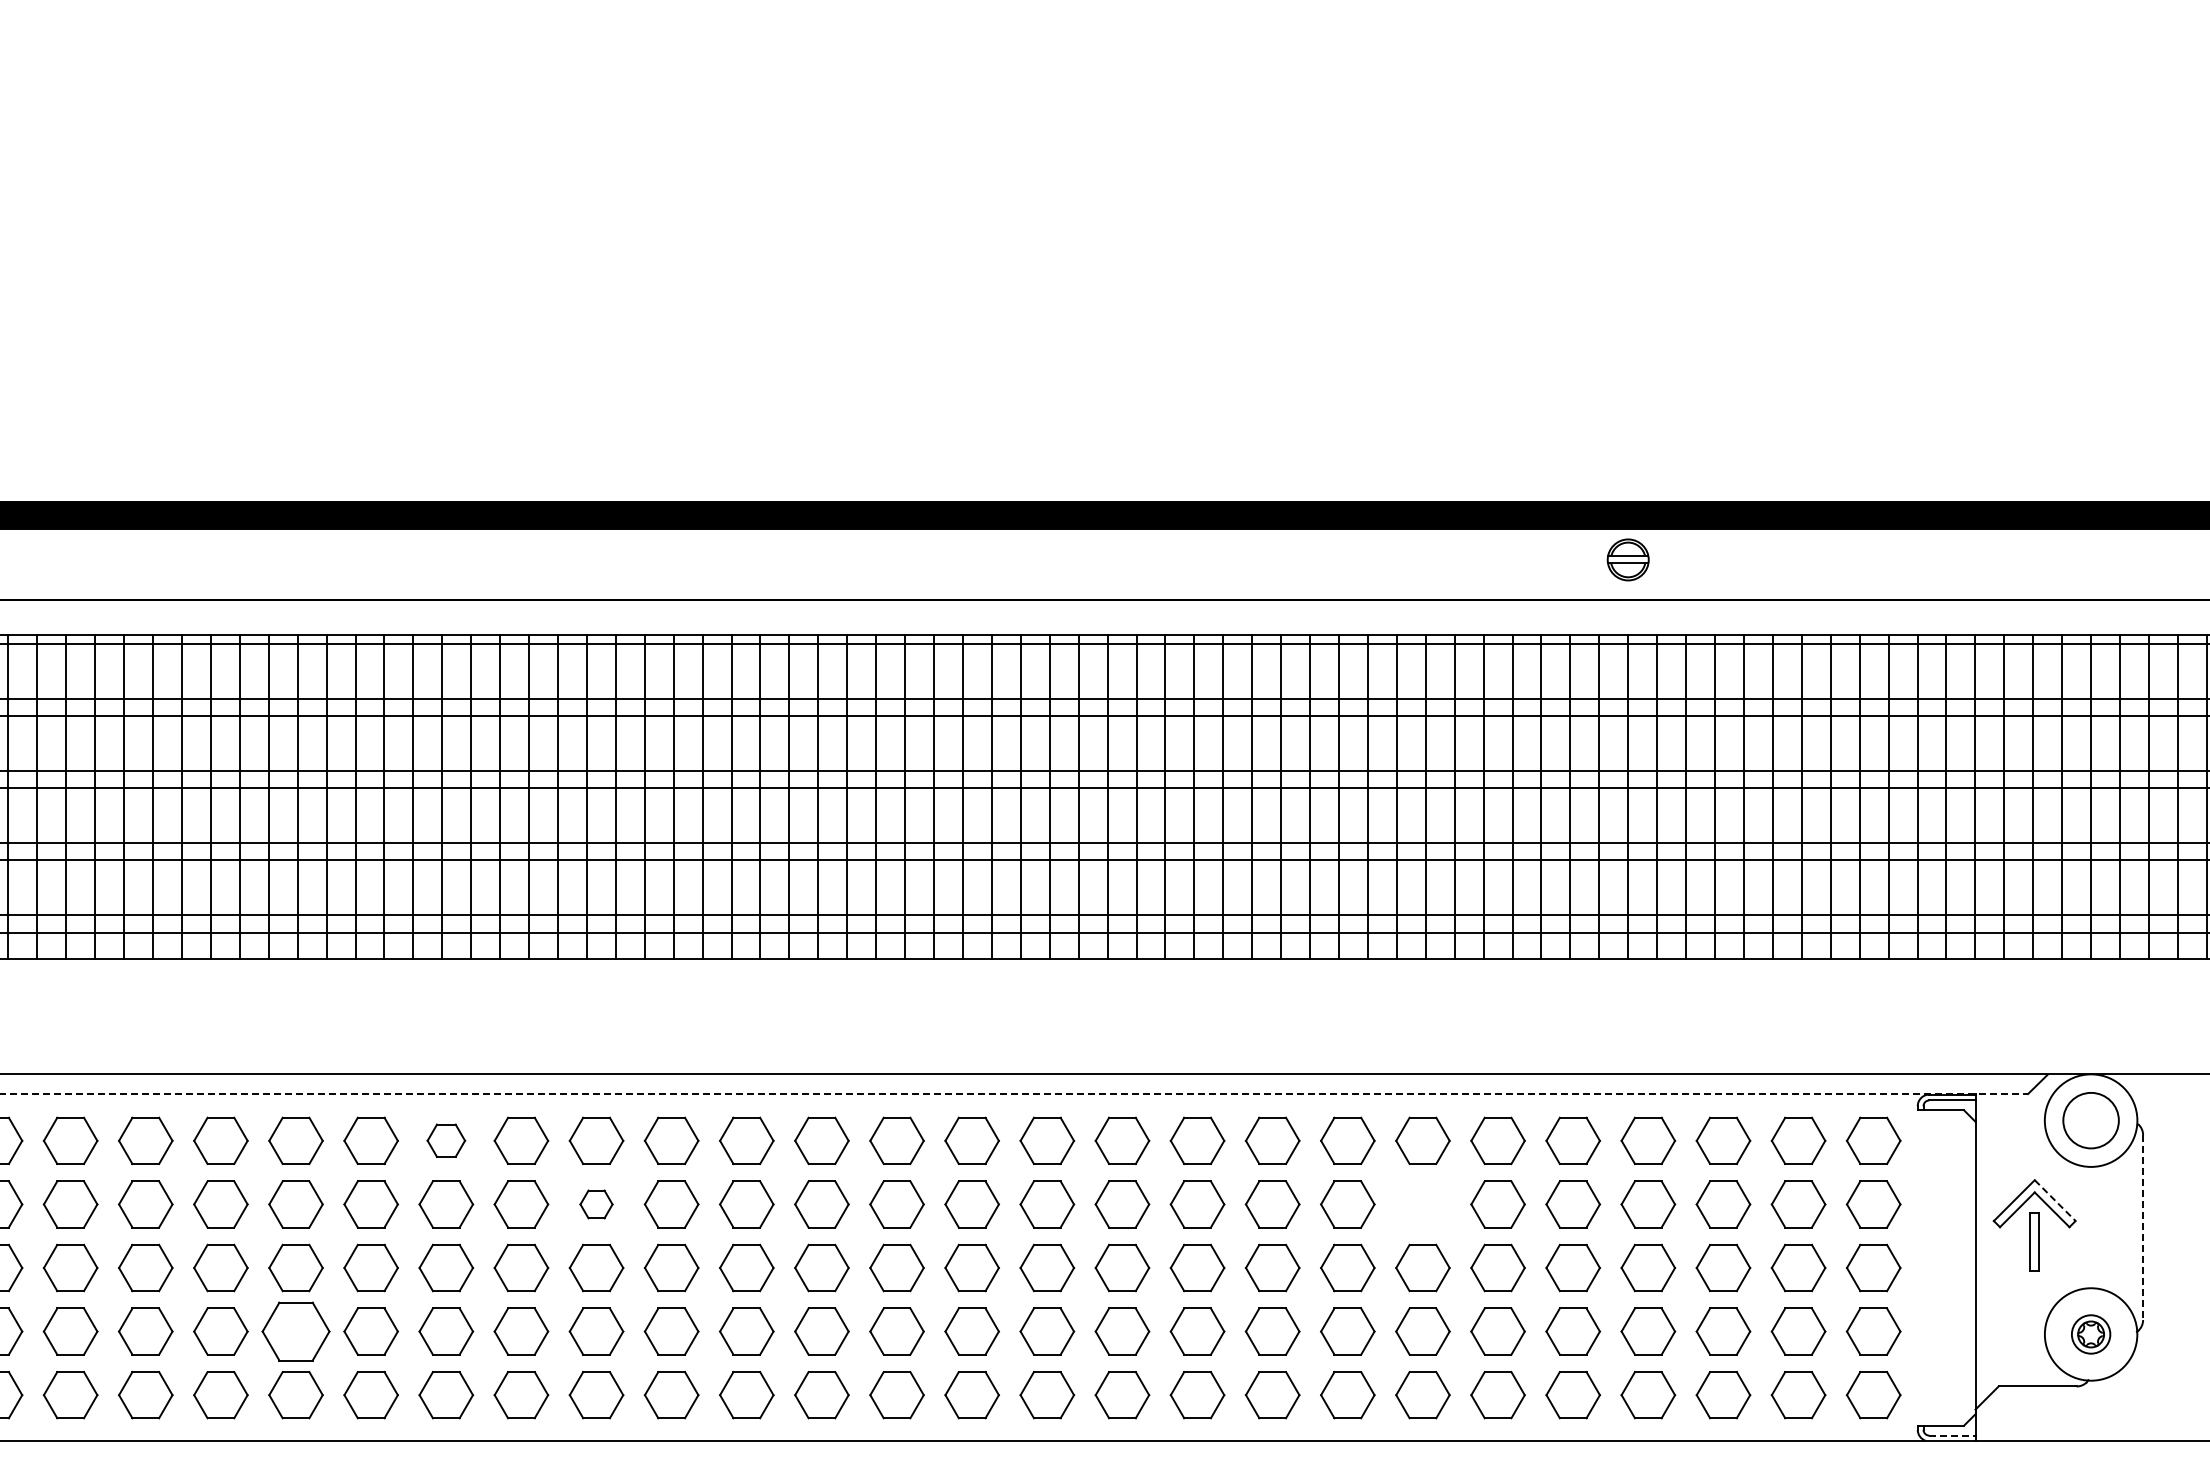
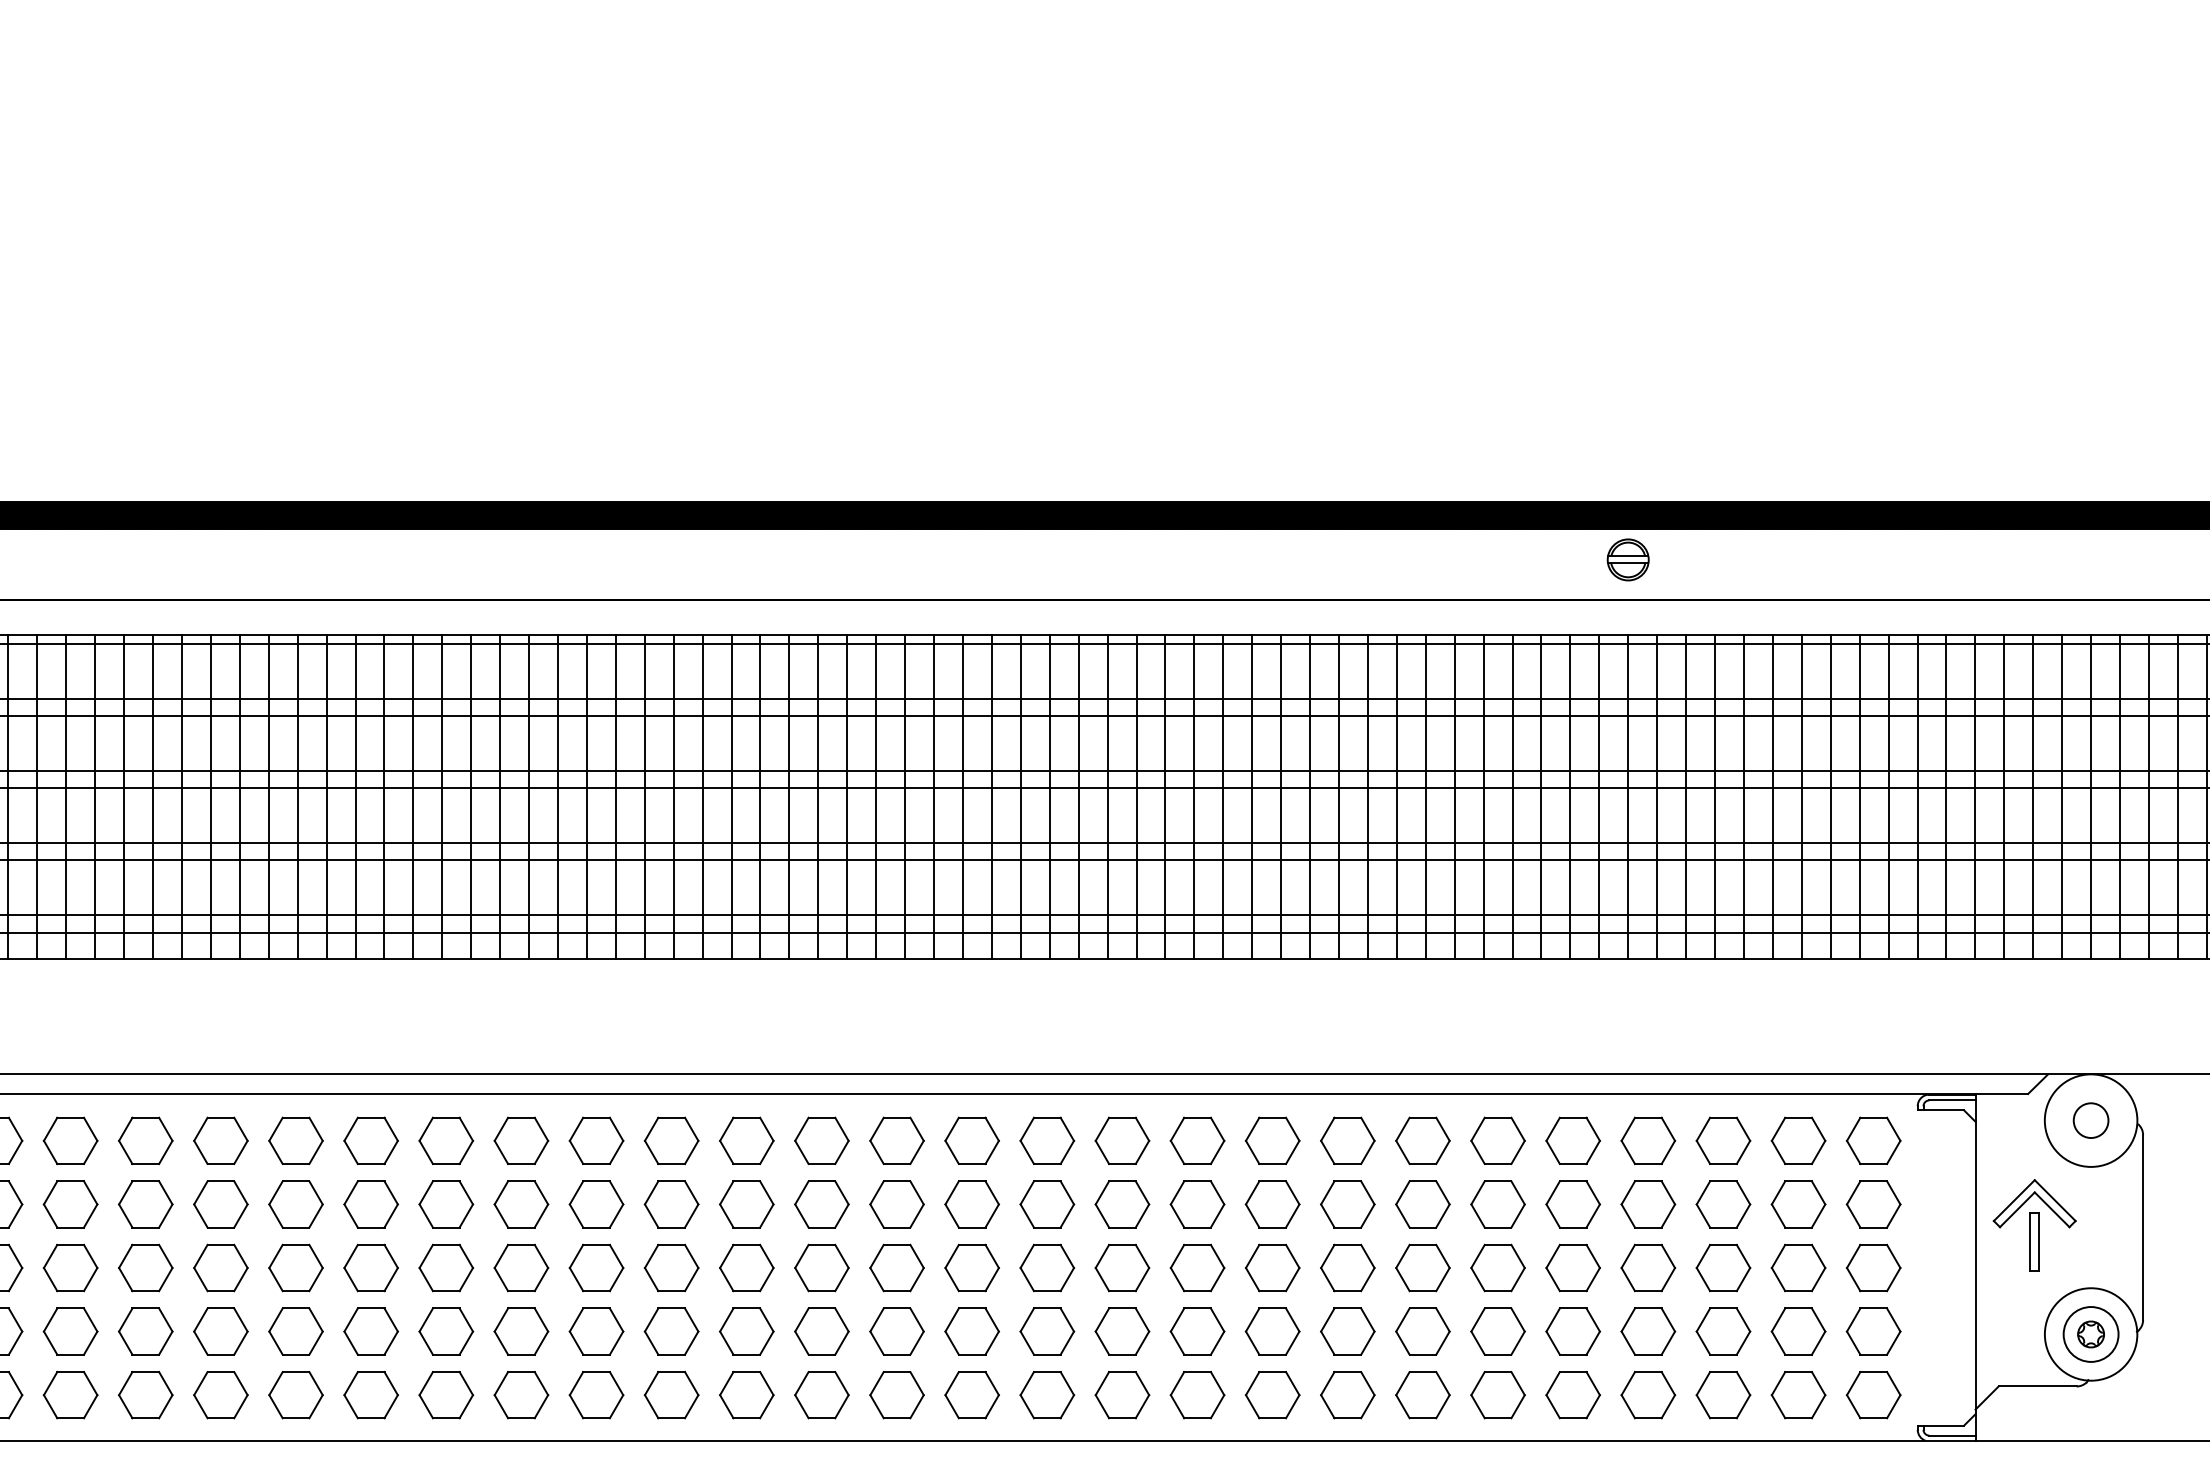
line at (1014, 1094): dashed -> solid
circle at (2090, 1120) diameter: 56 px -> 35 px
part at (446, 1140) size: 41x35 px -> 57x49 px
line at (2055, 1200): dashed -> solid
part at (596, 1204) size: 35x31 px -> 57x49 px
part at (1422, 1204): none -> present
line at (2143, 1228): dashed -> solid
part at (295, 1331) size: 70x61 px -> 56x49 px
circle at (2090, 1334) diameter: 38 px -> 55 px
line at (1952, 1435): dashed -> solid
